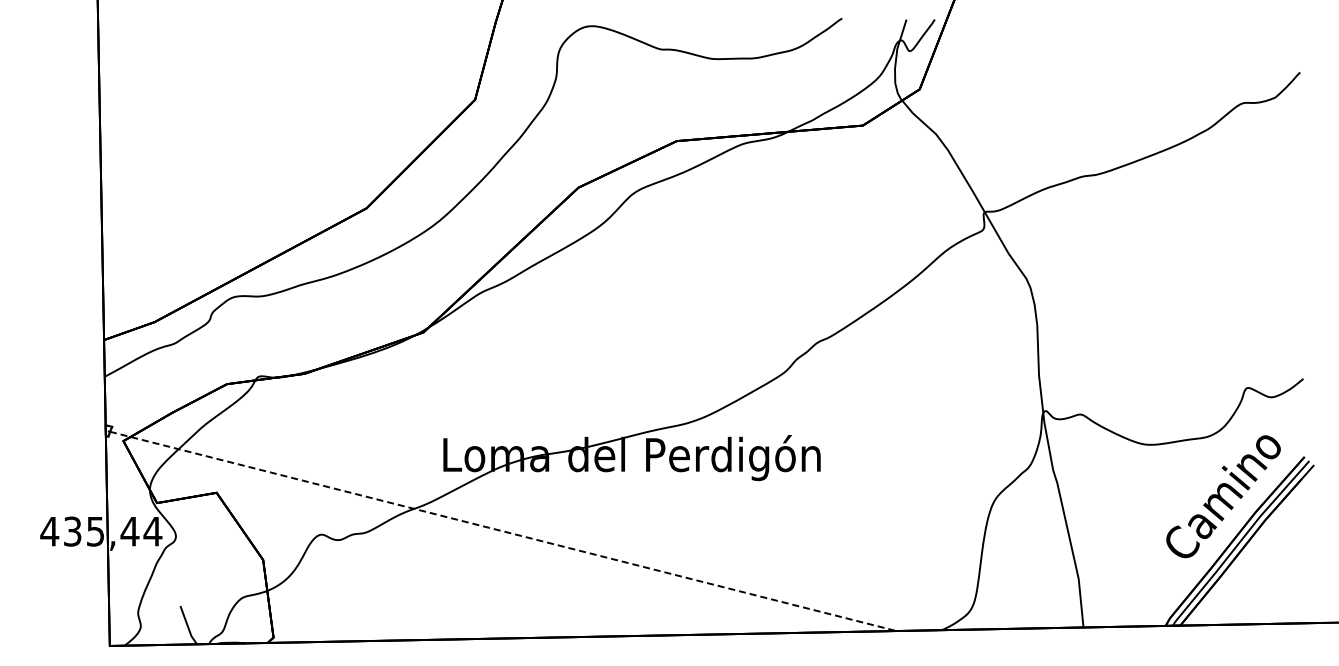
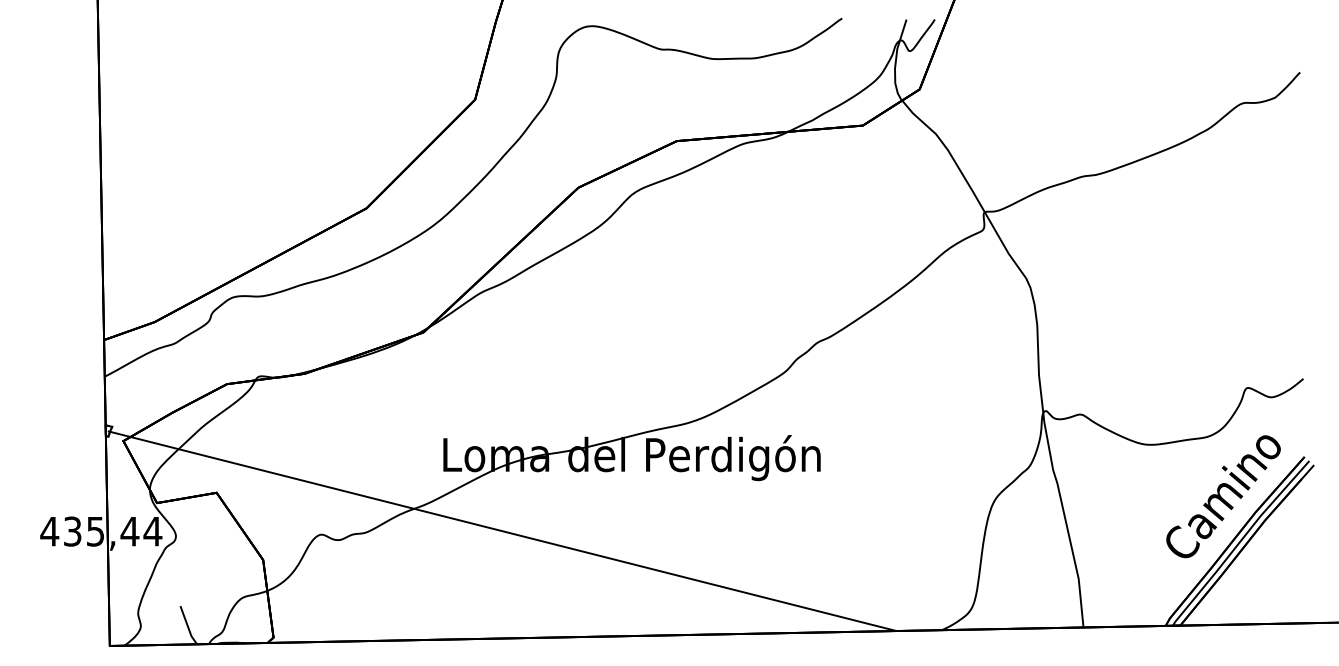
line at (502, 531): dashed -> solid
